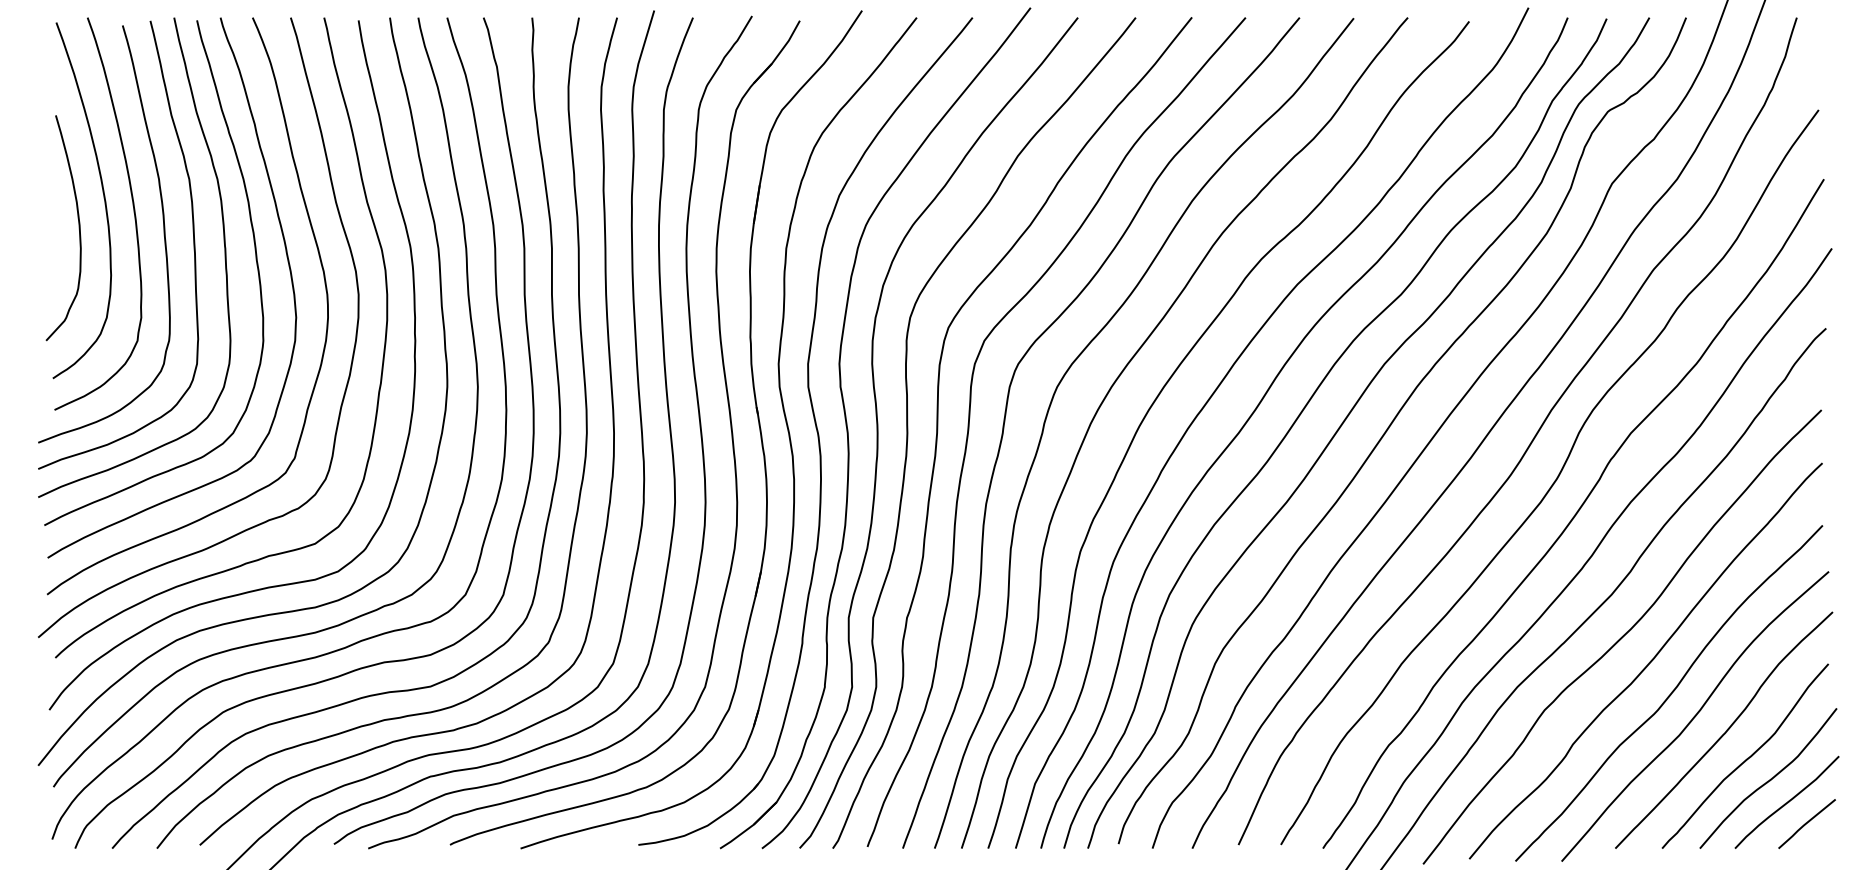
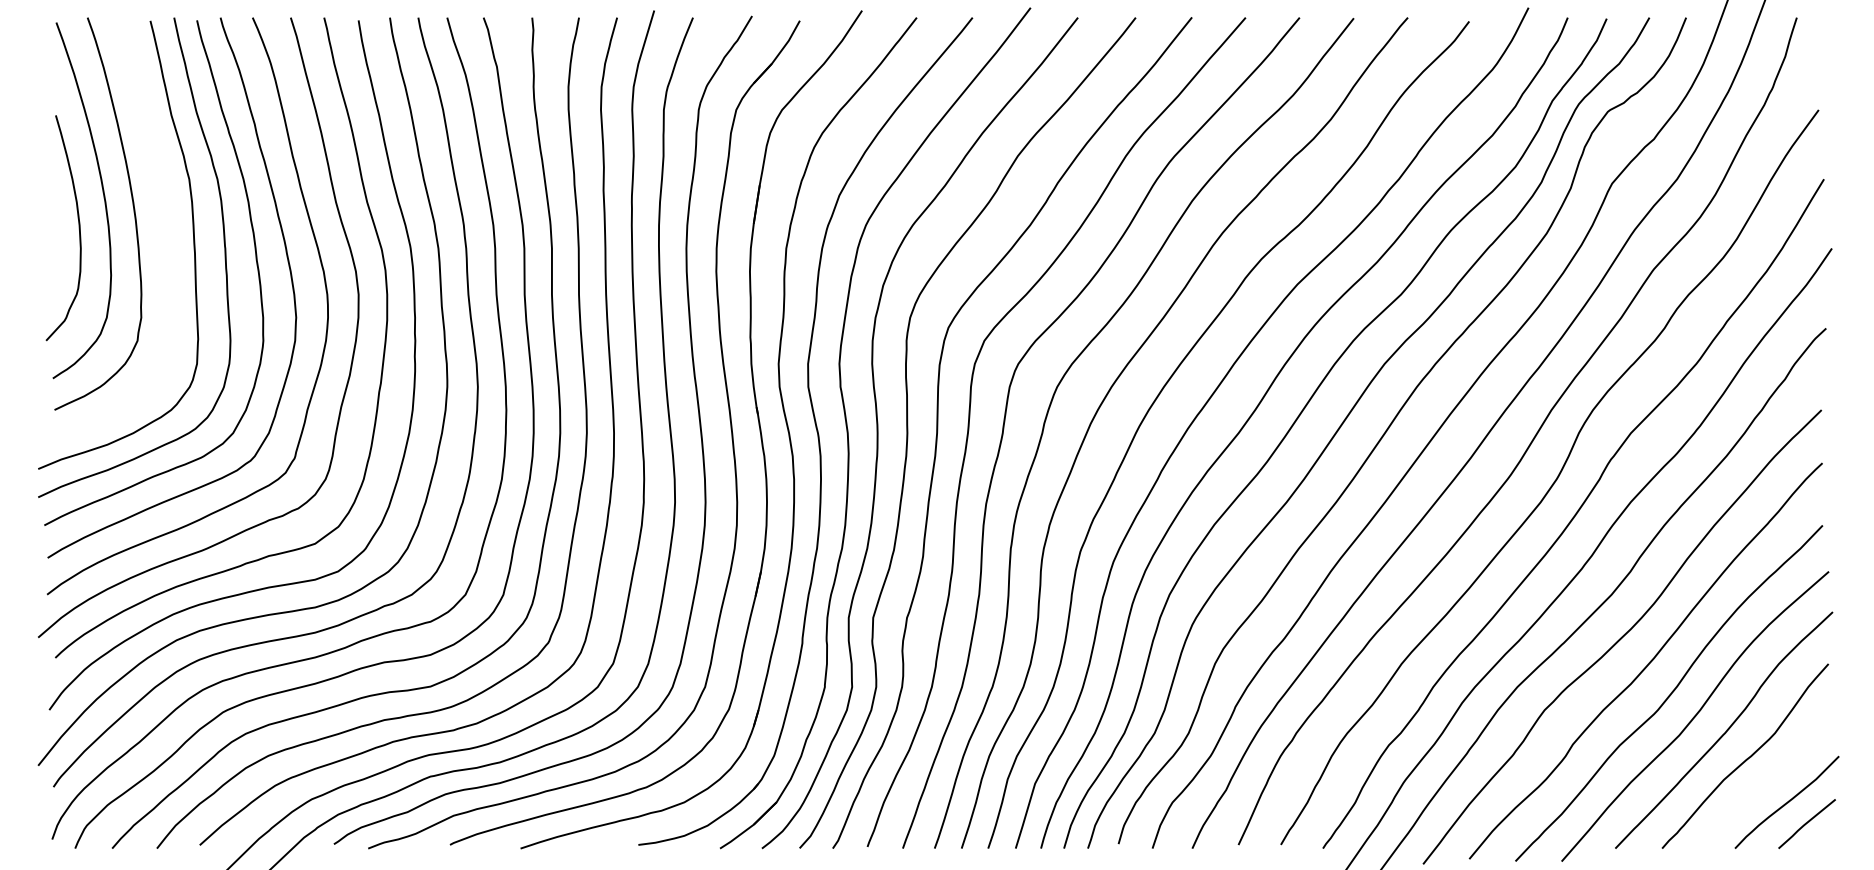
curve at (163, 234): present -> none
curve at (1769, 779): present -> none
